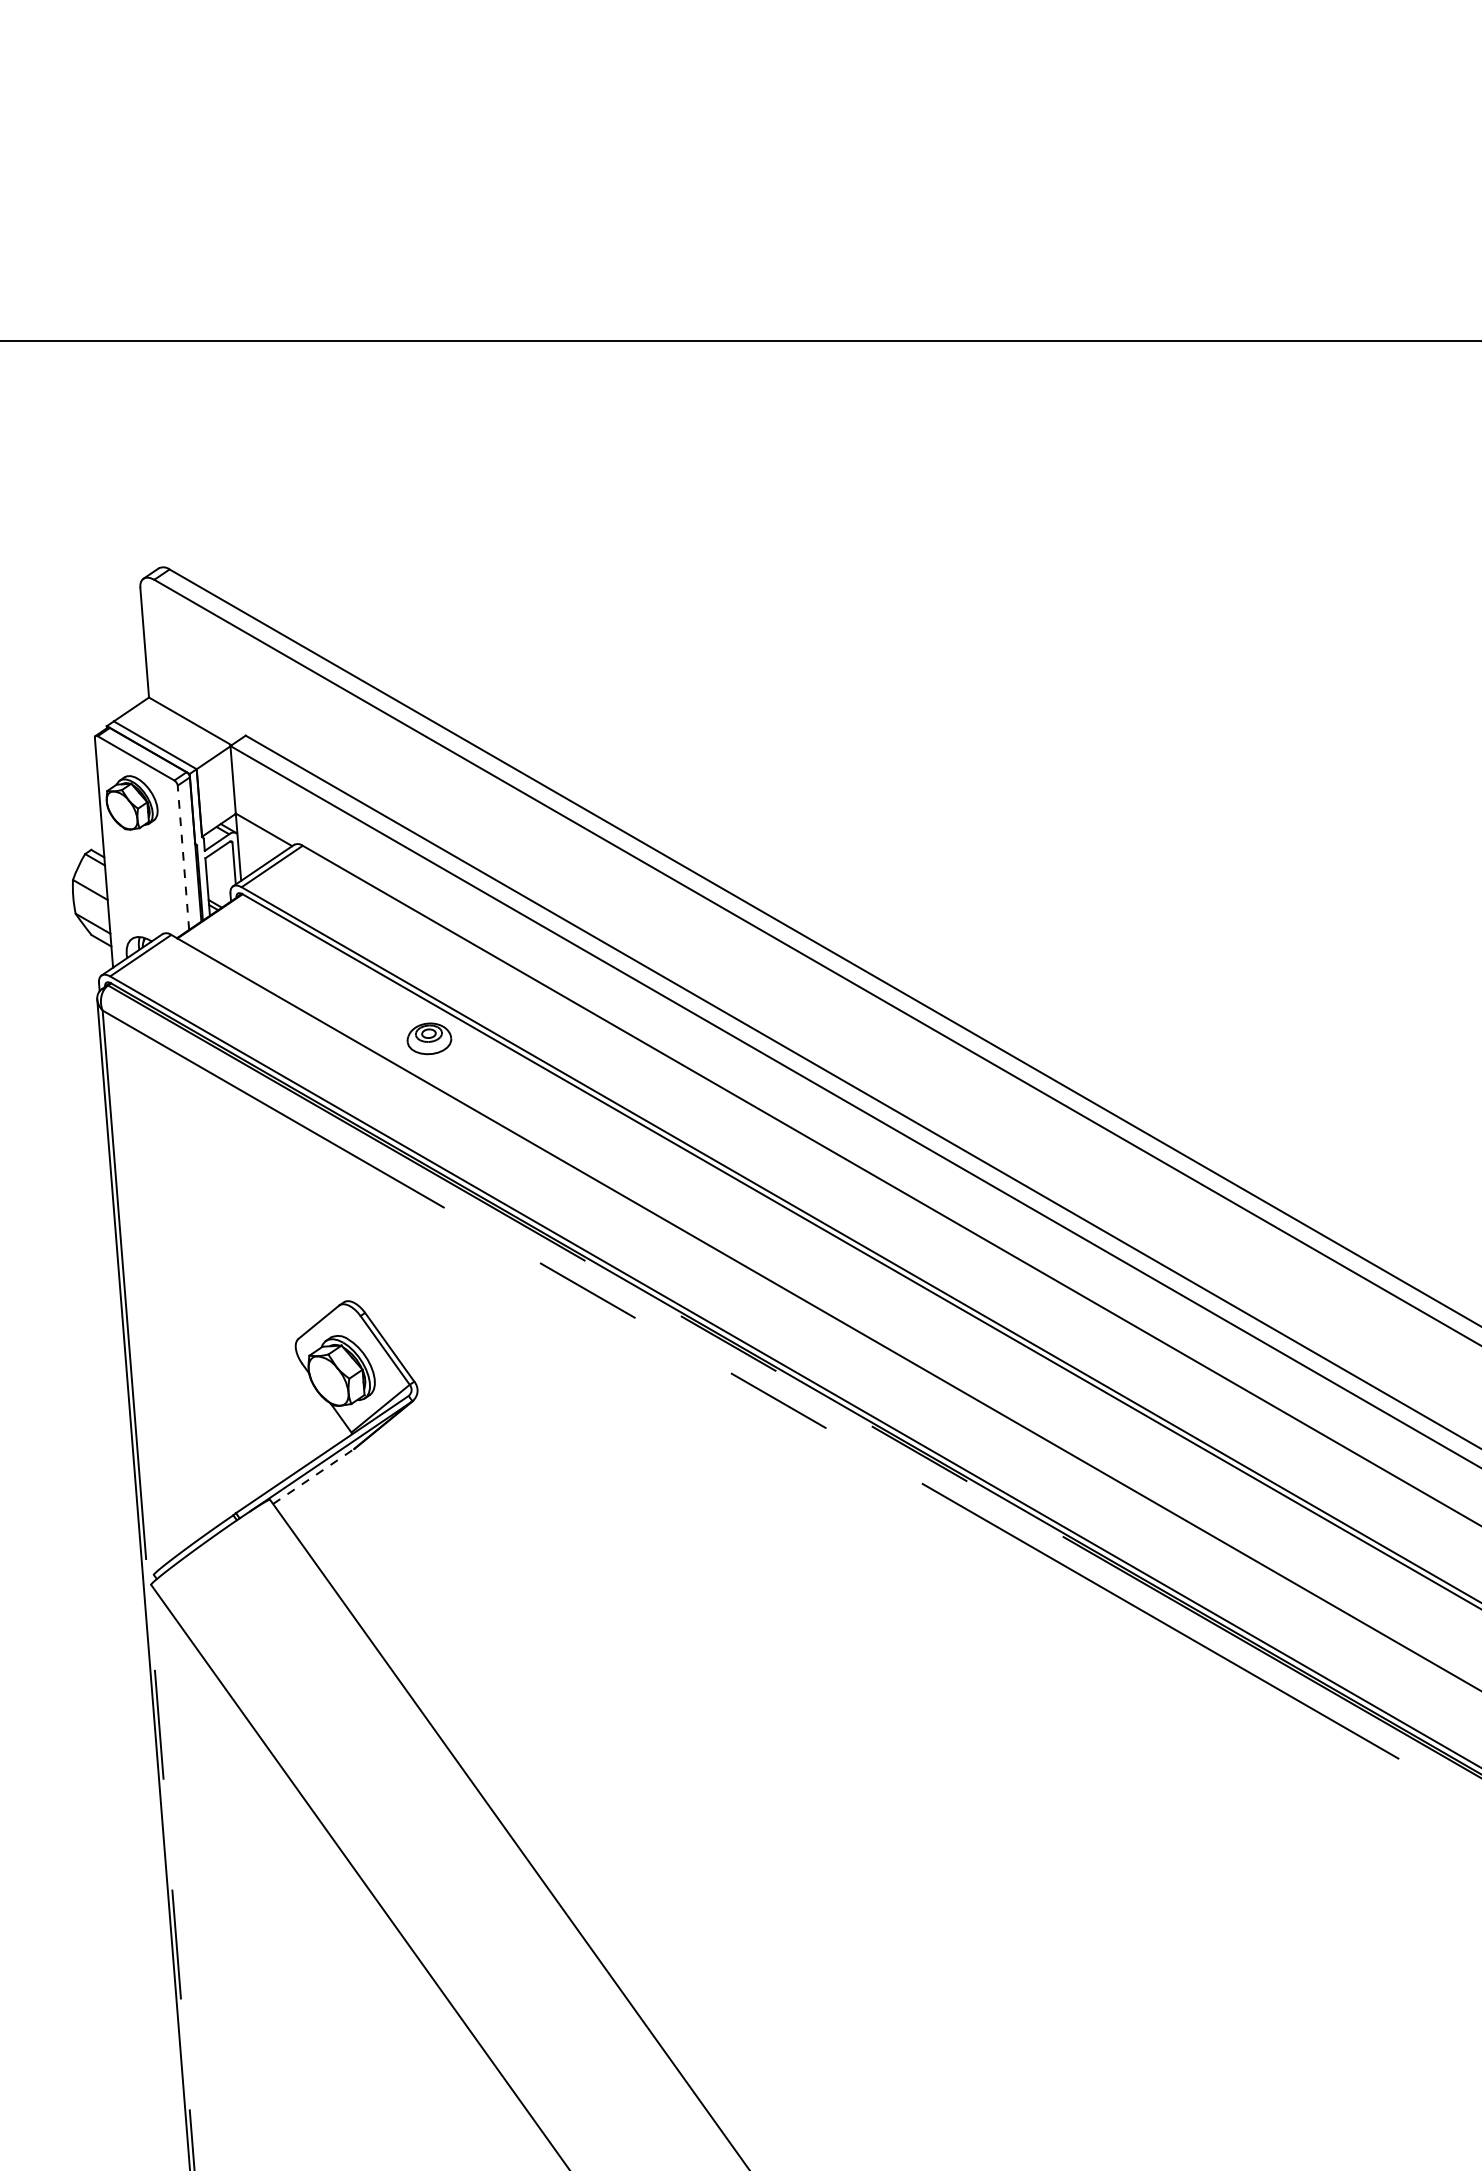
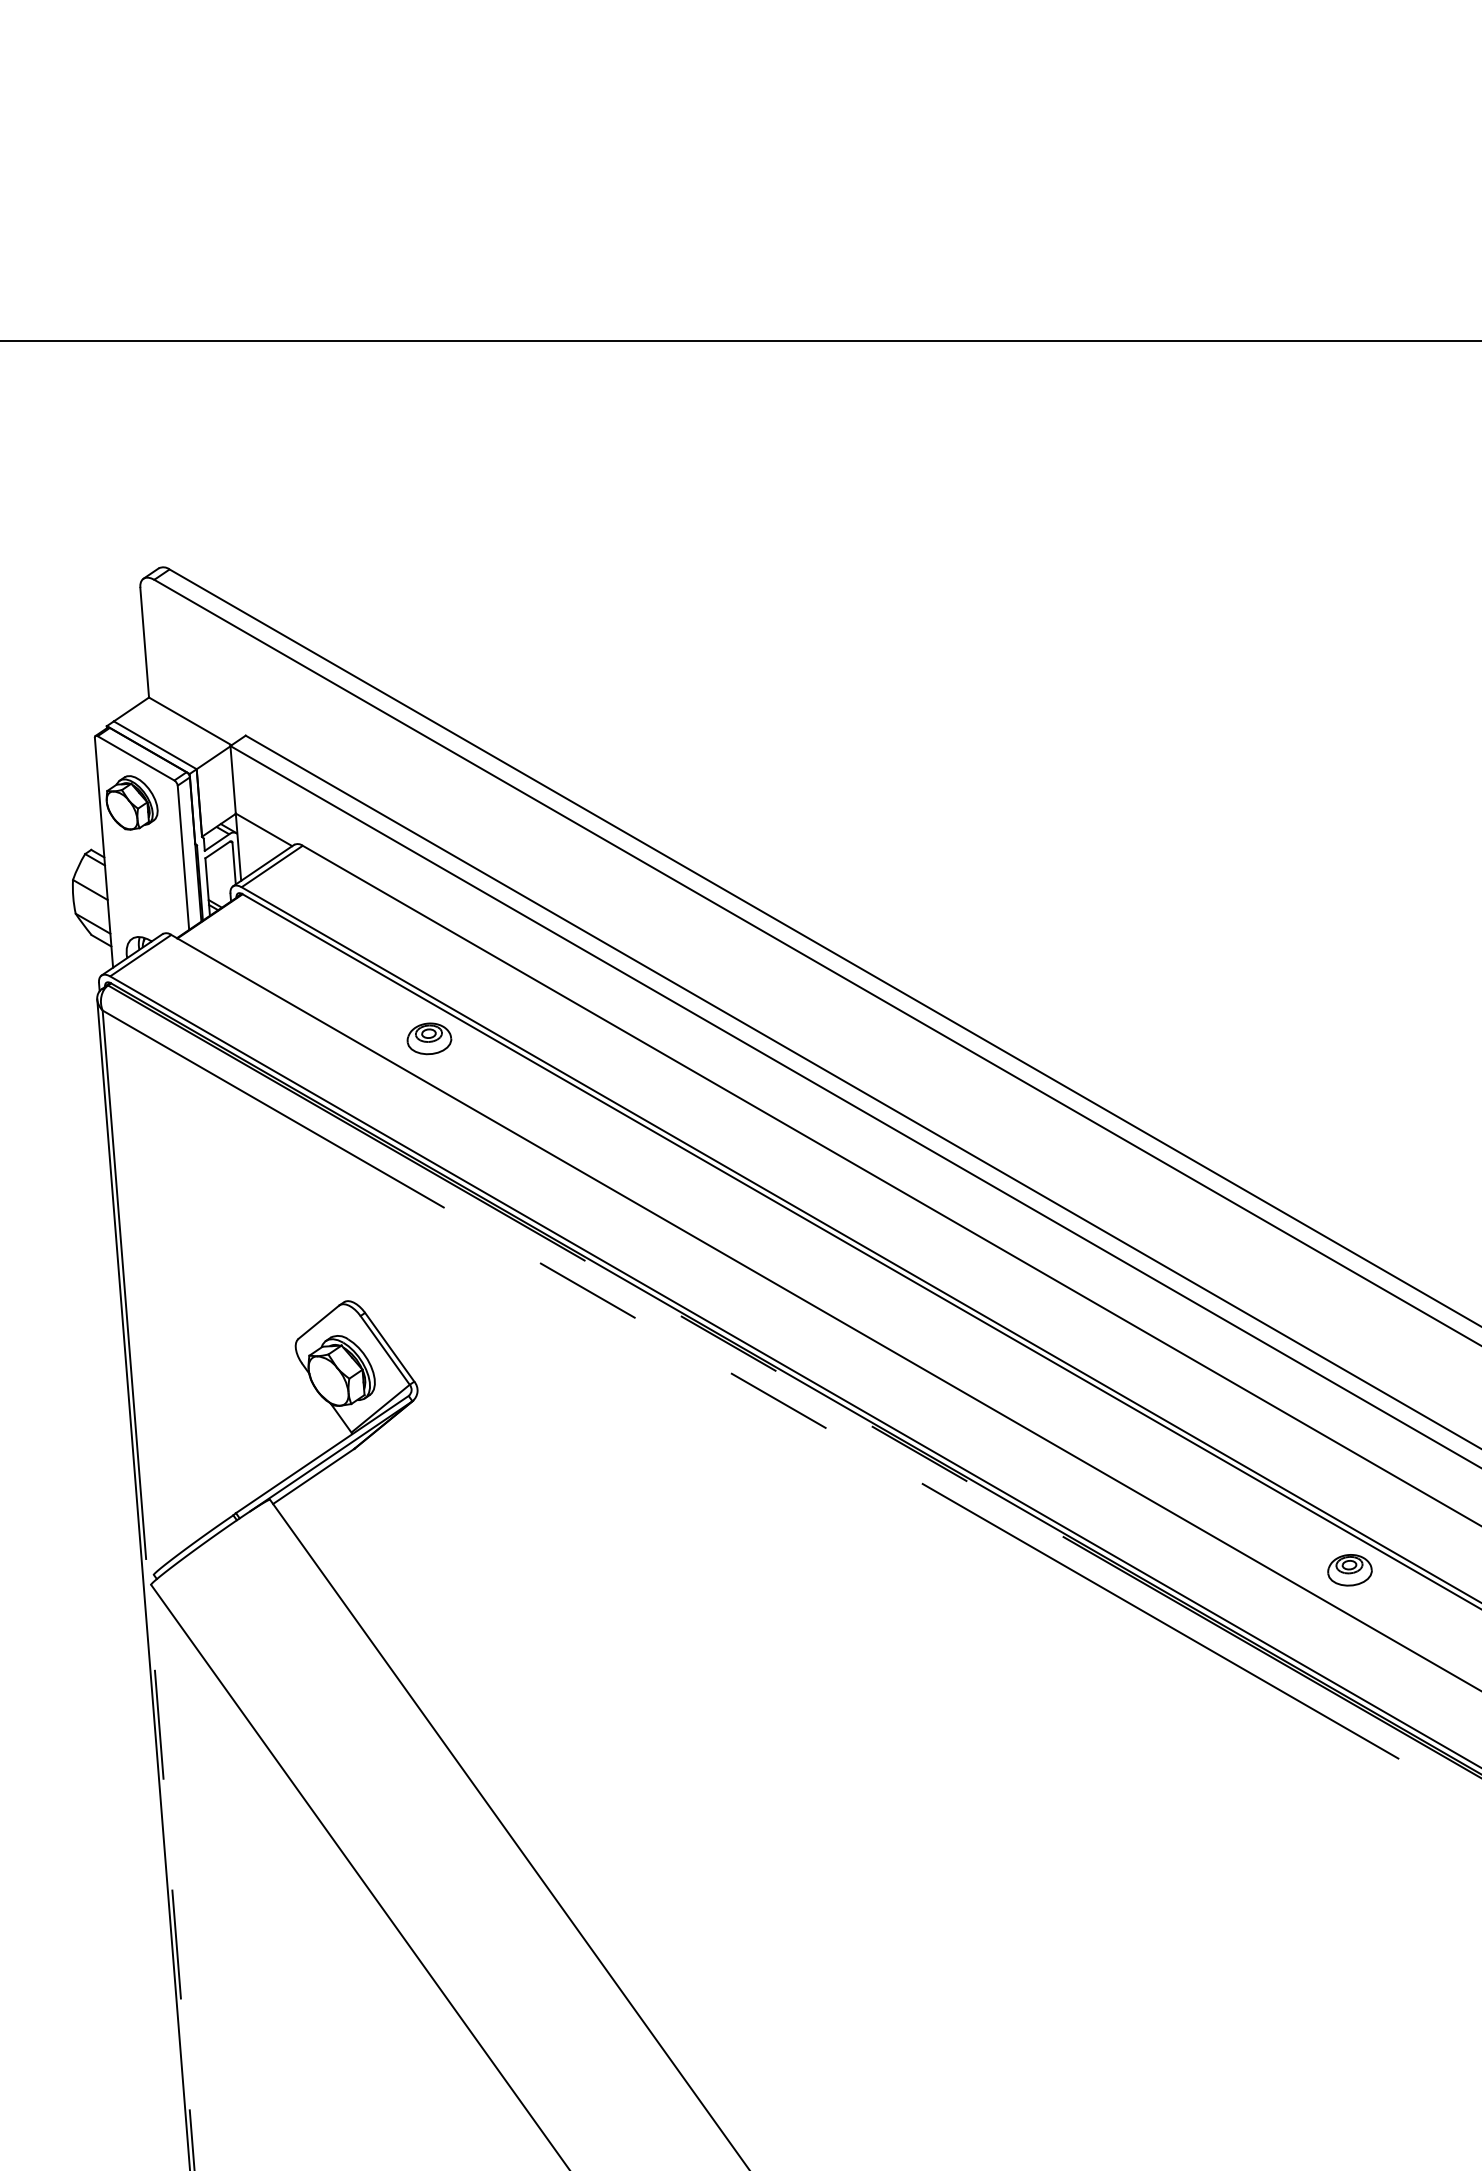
line at (183, 857): dashed -> solid
line at (313, 1476): dashed -> solid
part at (1349, 1570): none -> present
